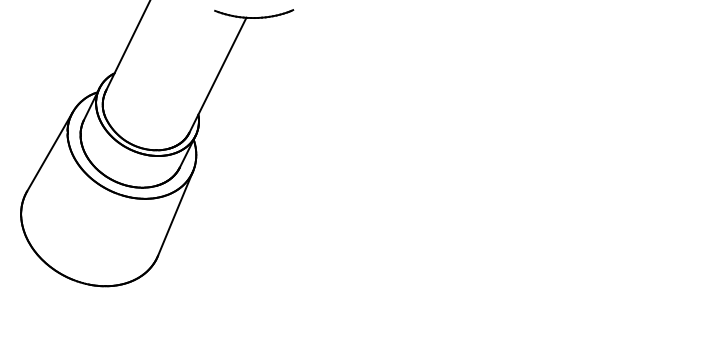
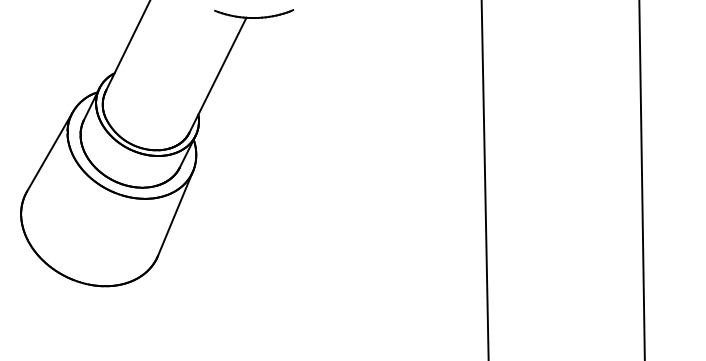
line at (484, 179): none -> present
line at (641, 179): none -> present
